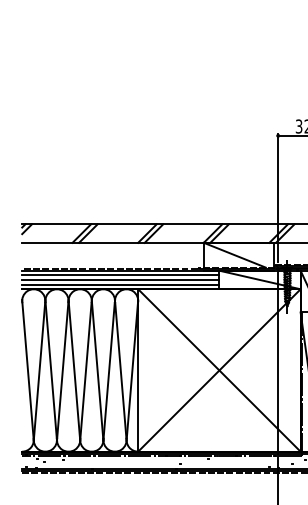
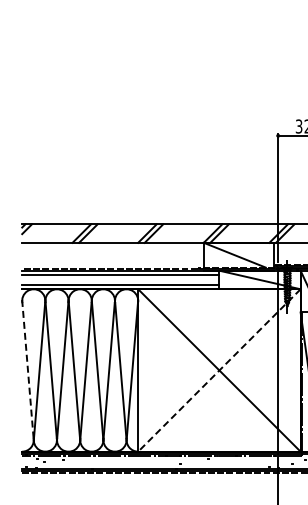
line at (120, 279): present -> none
line at (27, 370): solid -> dashed
line at (219, 370): solid -> dashed
